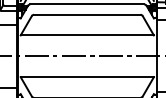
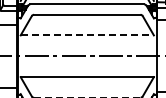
line at (87, 35): solid -> dashed
line at (87, 97): solid -> dashed
